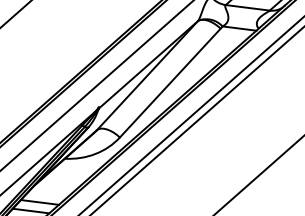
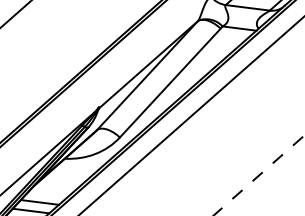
line at (96, 85): present -> none
line at (197, 120): present -> none
line at (259, 175): solid -> dashed
